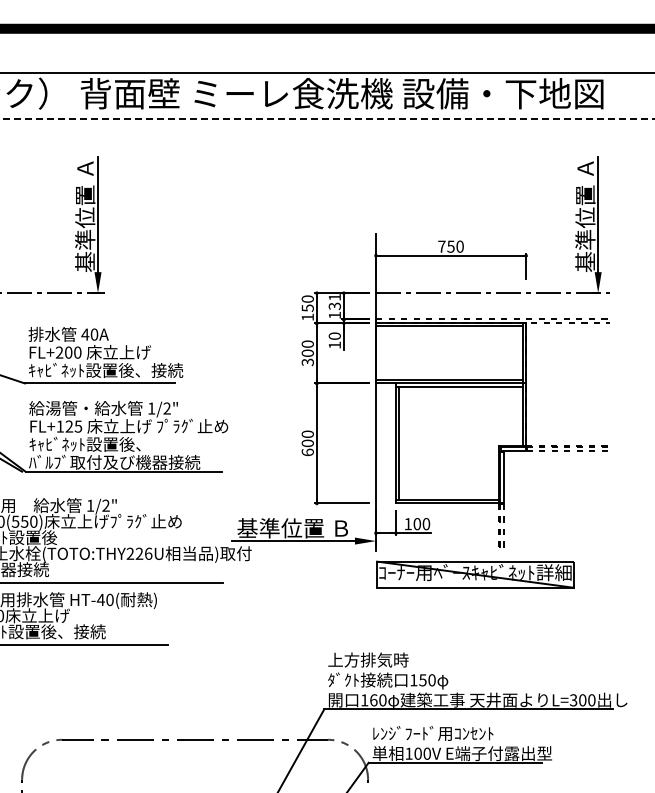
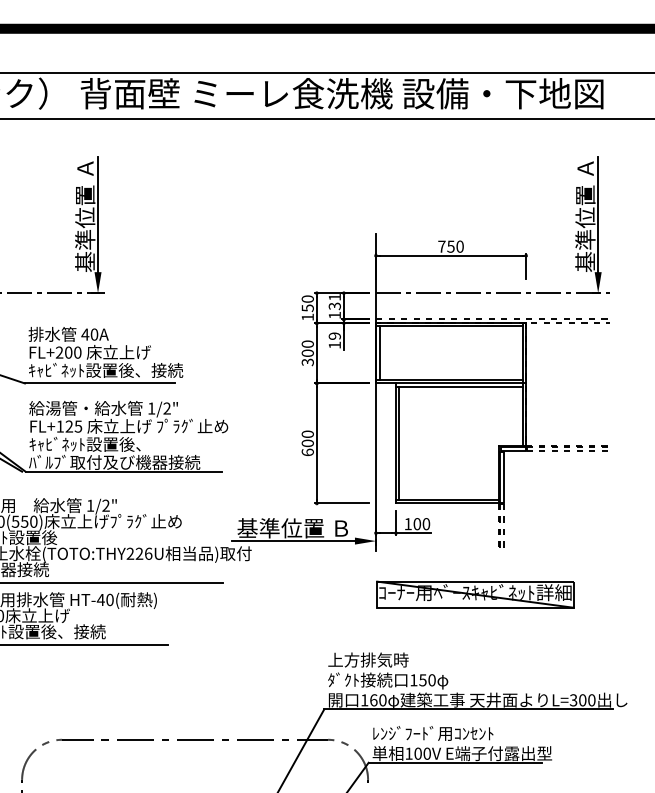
line at (327, 118): dashed -> solid
text at (334, 335): 10 -> 19
line at (379, 353): none -> present
part at (475, 574) position: (475, 574) -> (475, 594)
